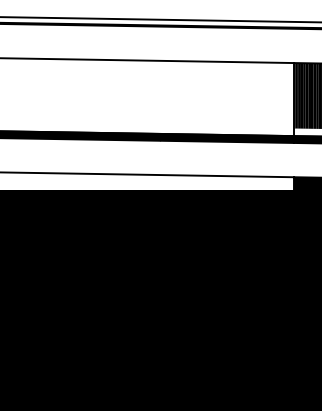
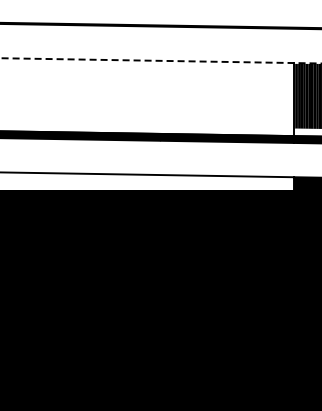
line at (160, 19): present -> none
line at (160, 60): solid -> dashed
